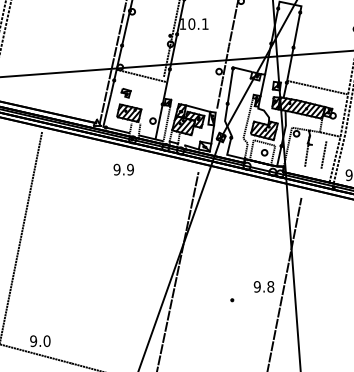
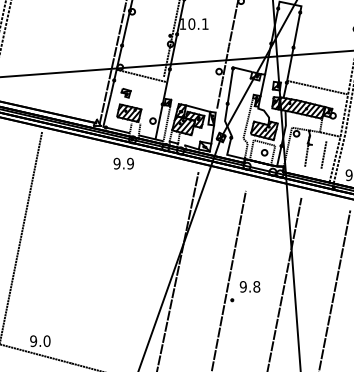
text at (123, 169) position: (123, 169) -> (123, 163)
line at (228, 279): none -> present
text at (263, 286) position: (263, 286) -> (249, 286)
line at (334, 289): none -> present
